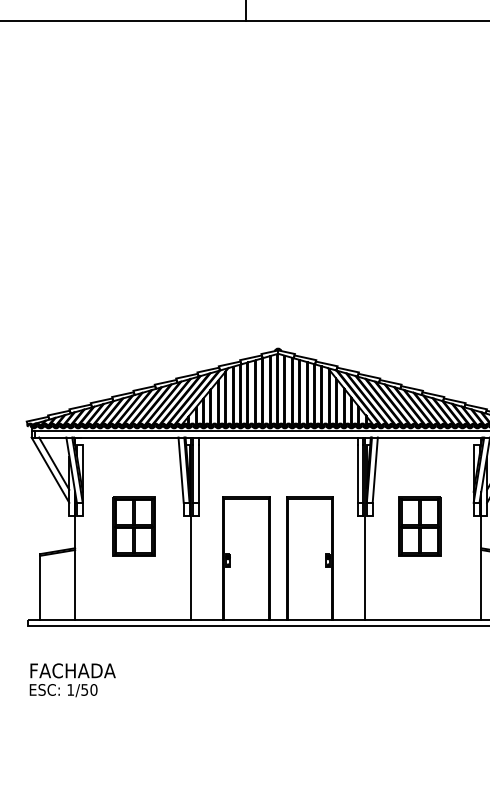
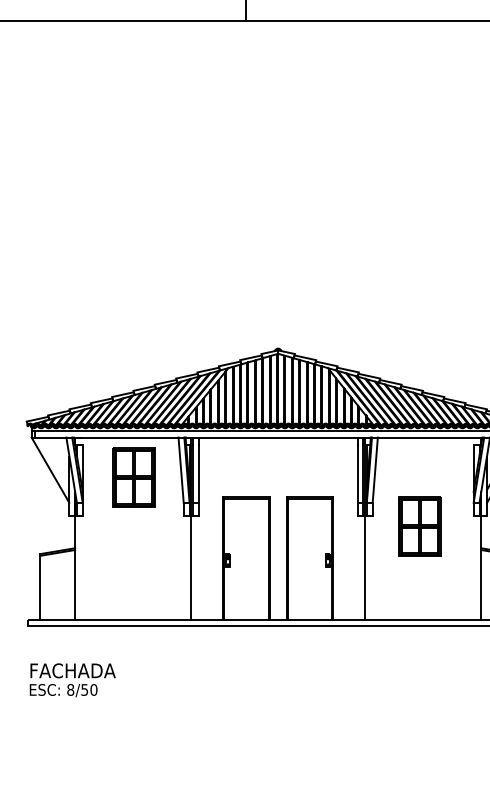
line at (54, 463): present -> none
part at (133, 526) position: (133, 526) -> (133, 477)
text at (70, 689): 1/50 -> 8/50
